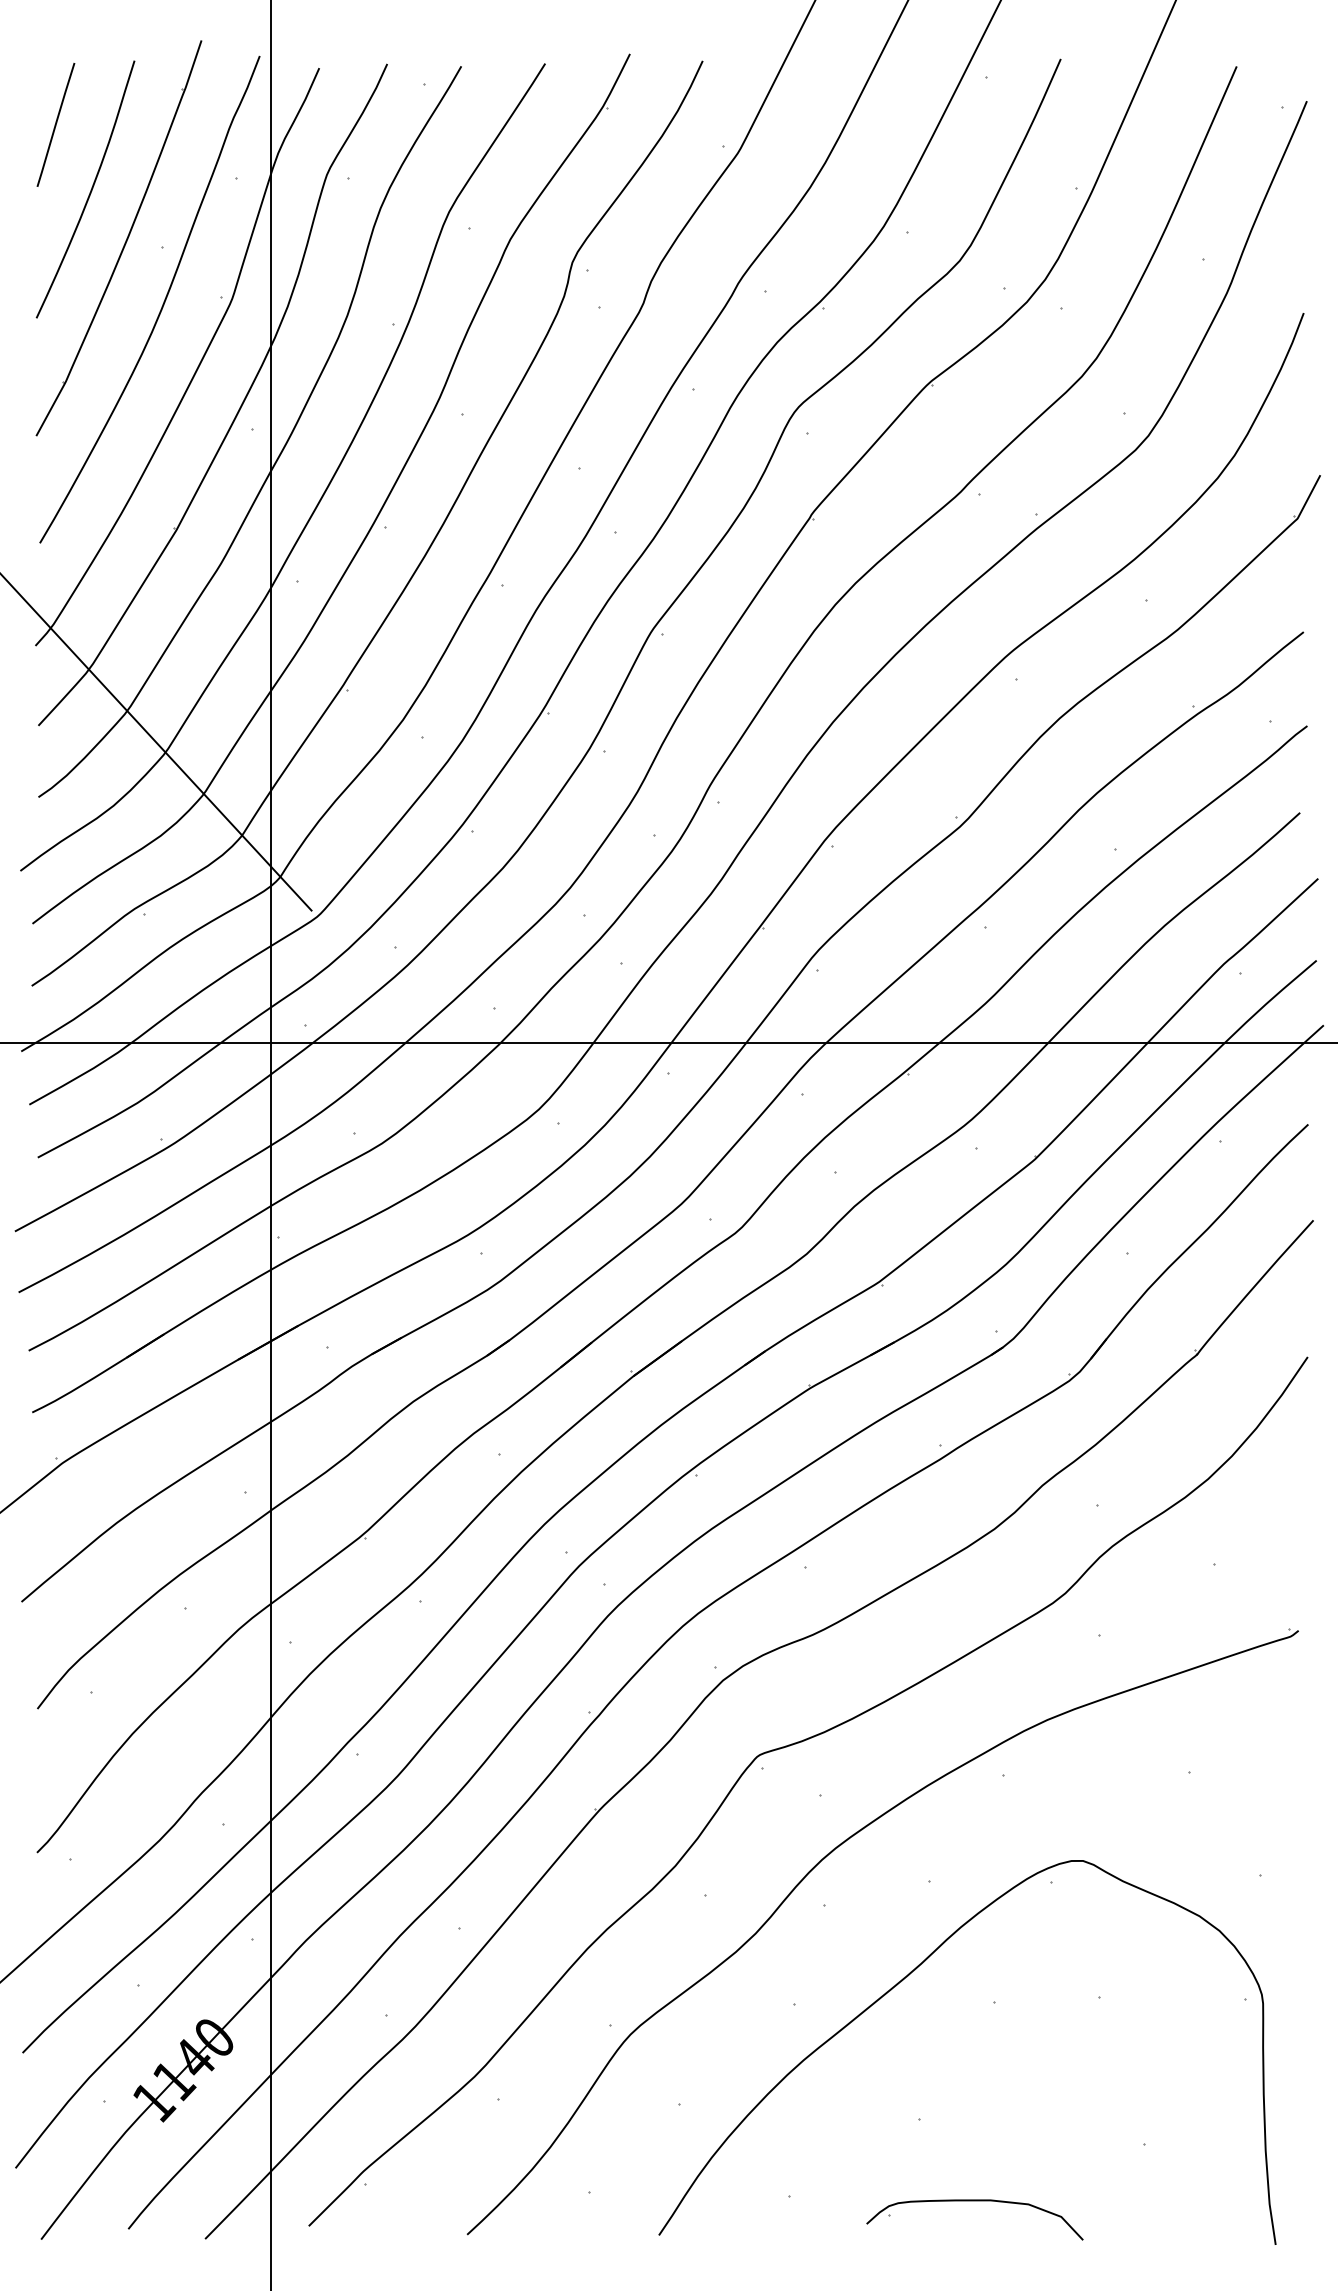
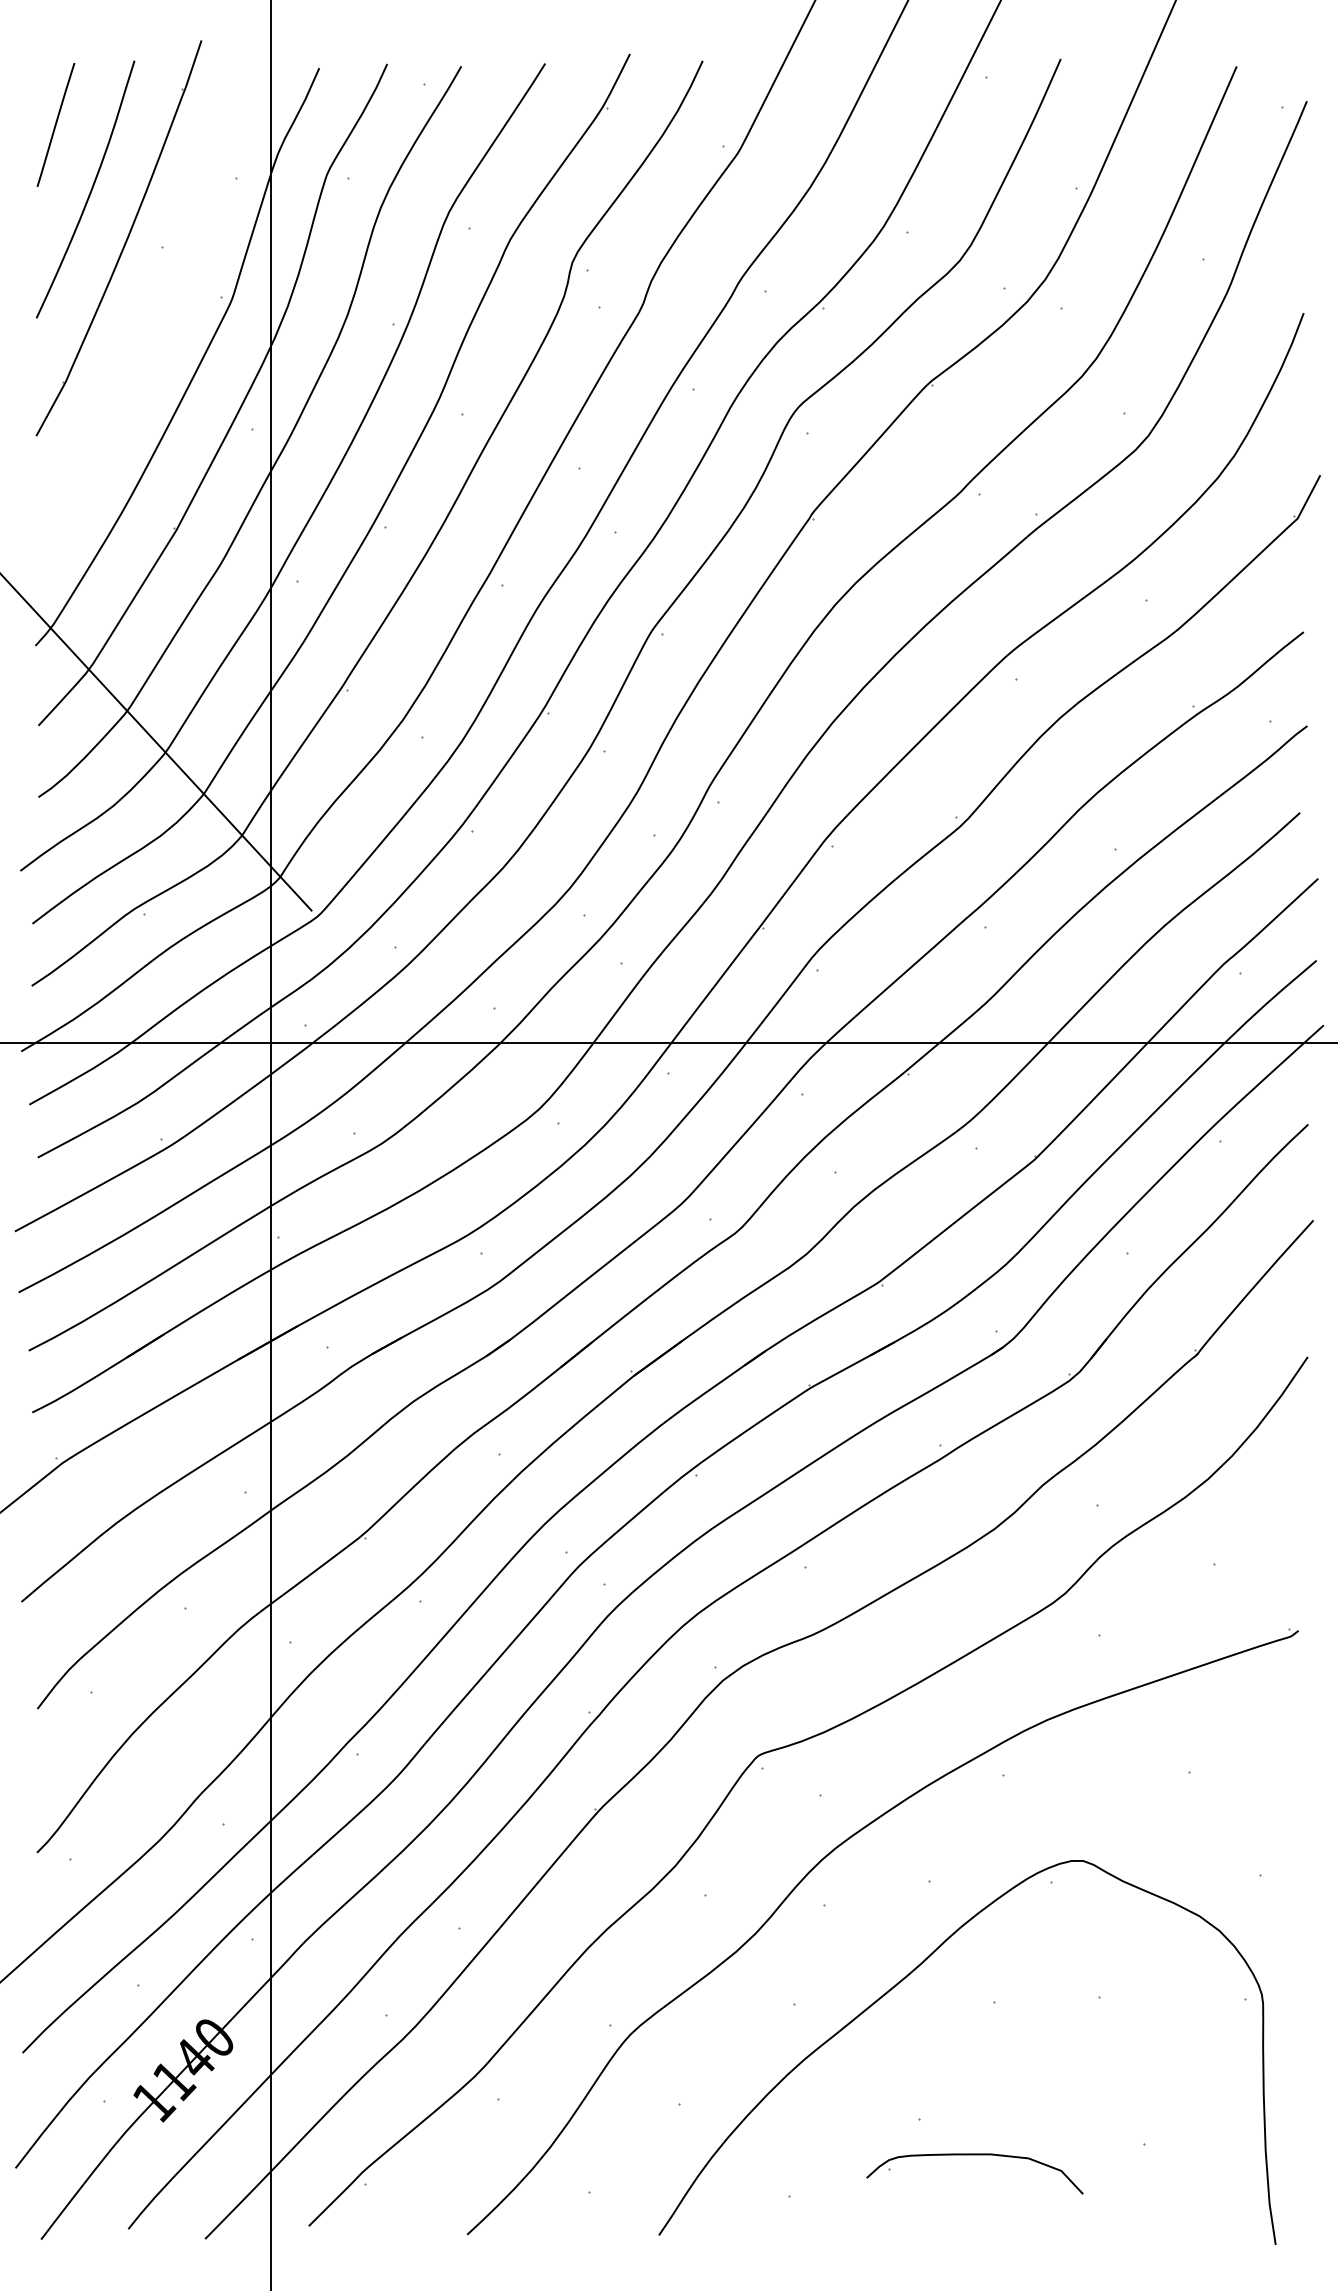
curve at (161, 306): present -> none
part at (974, 2201) position: (974, 2201) -> (974, 2155)
